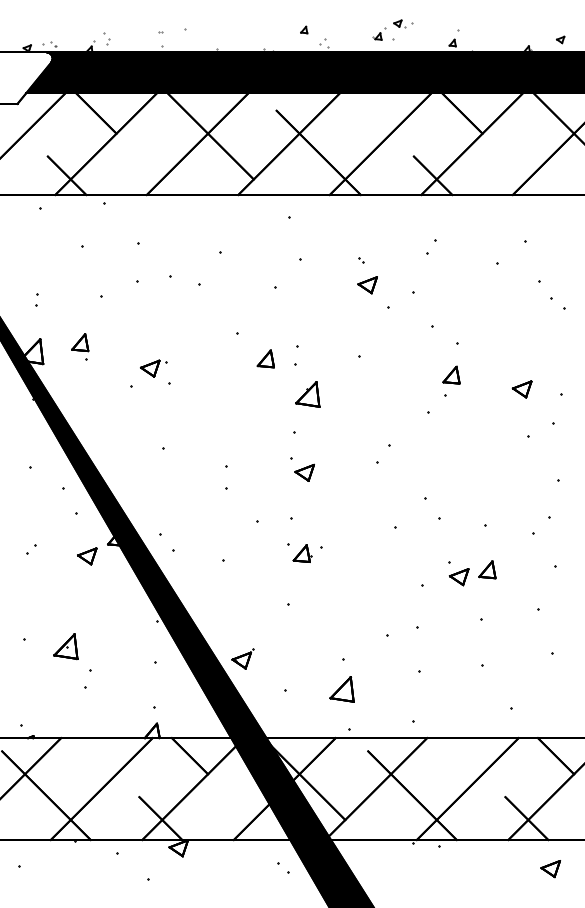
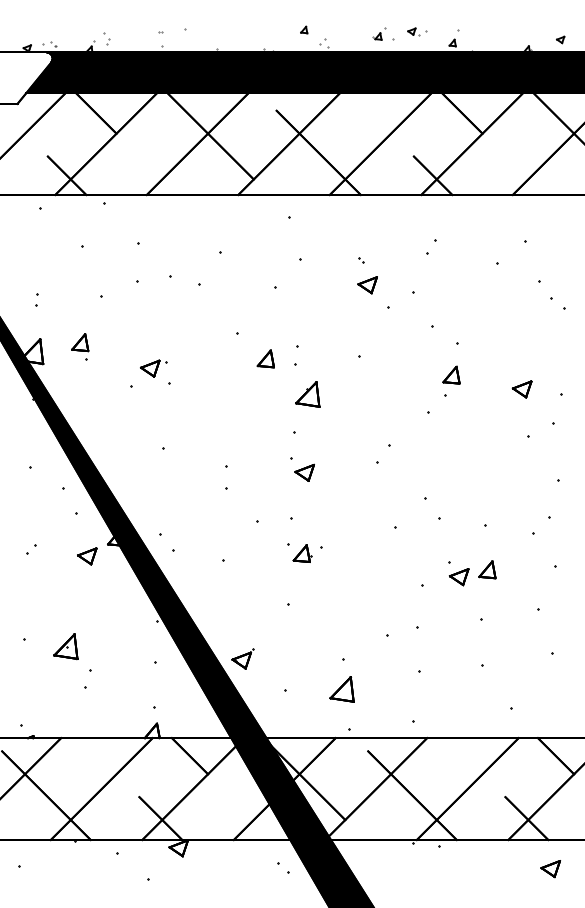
part at (403, 23) position: (403, 23) -> (417, 31)
